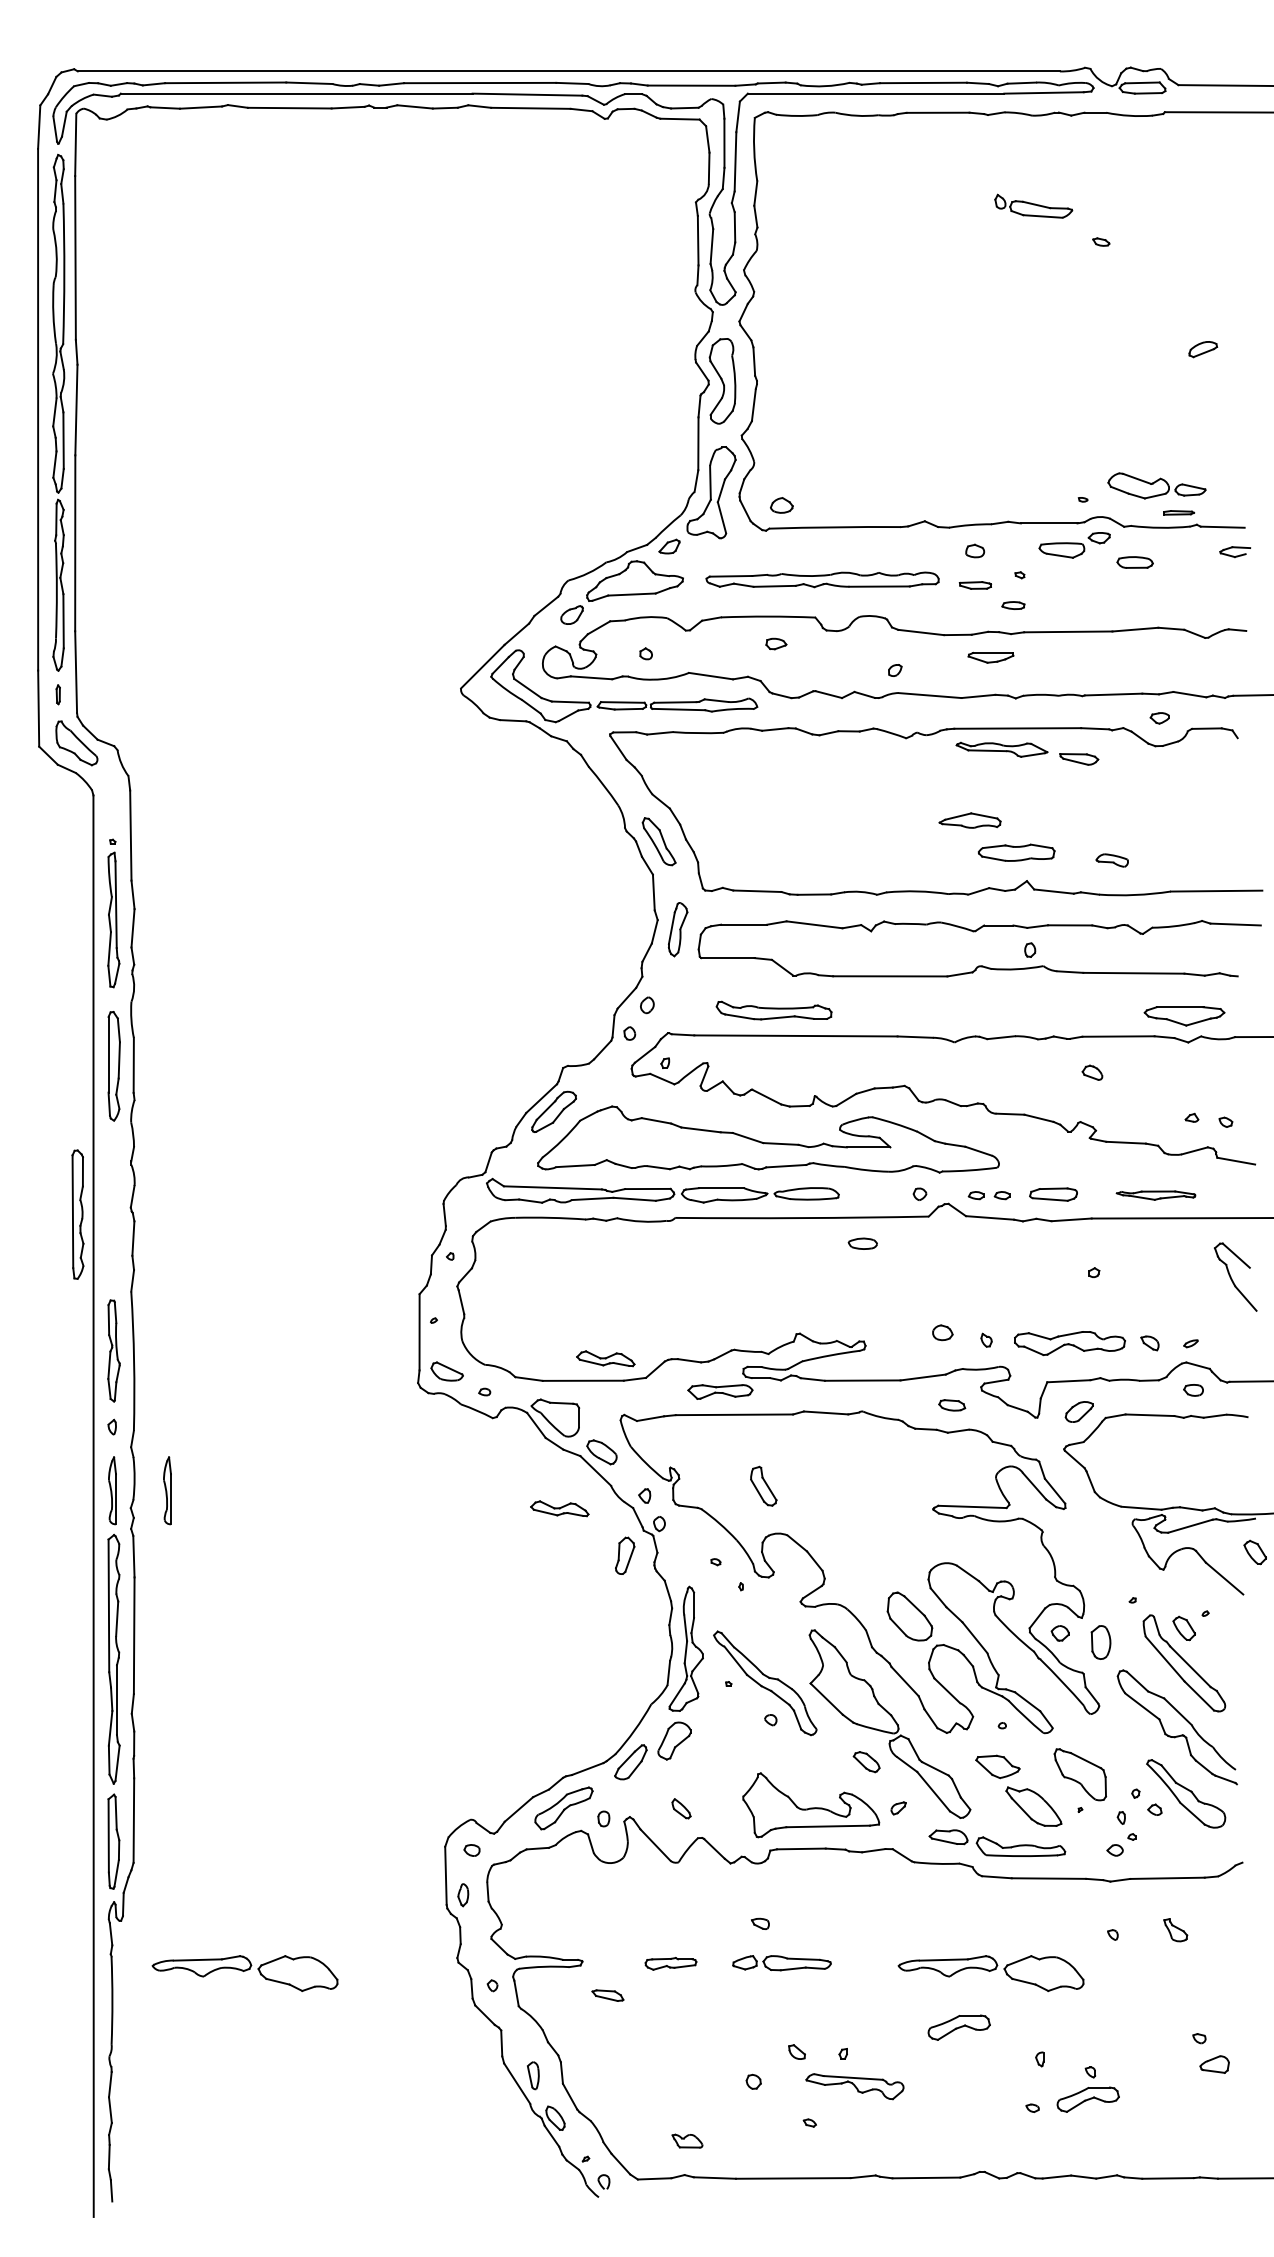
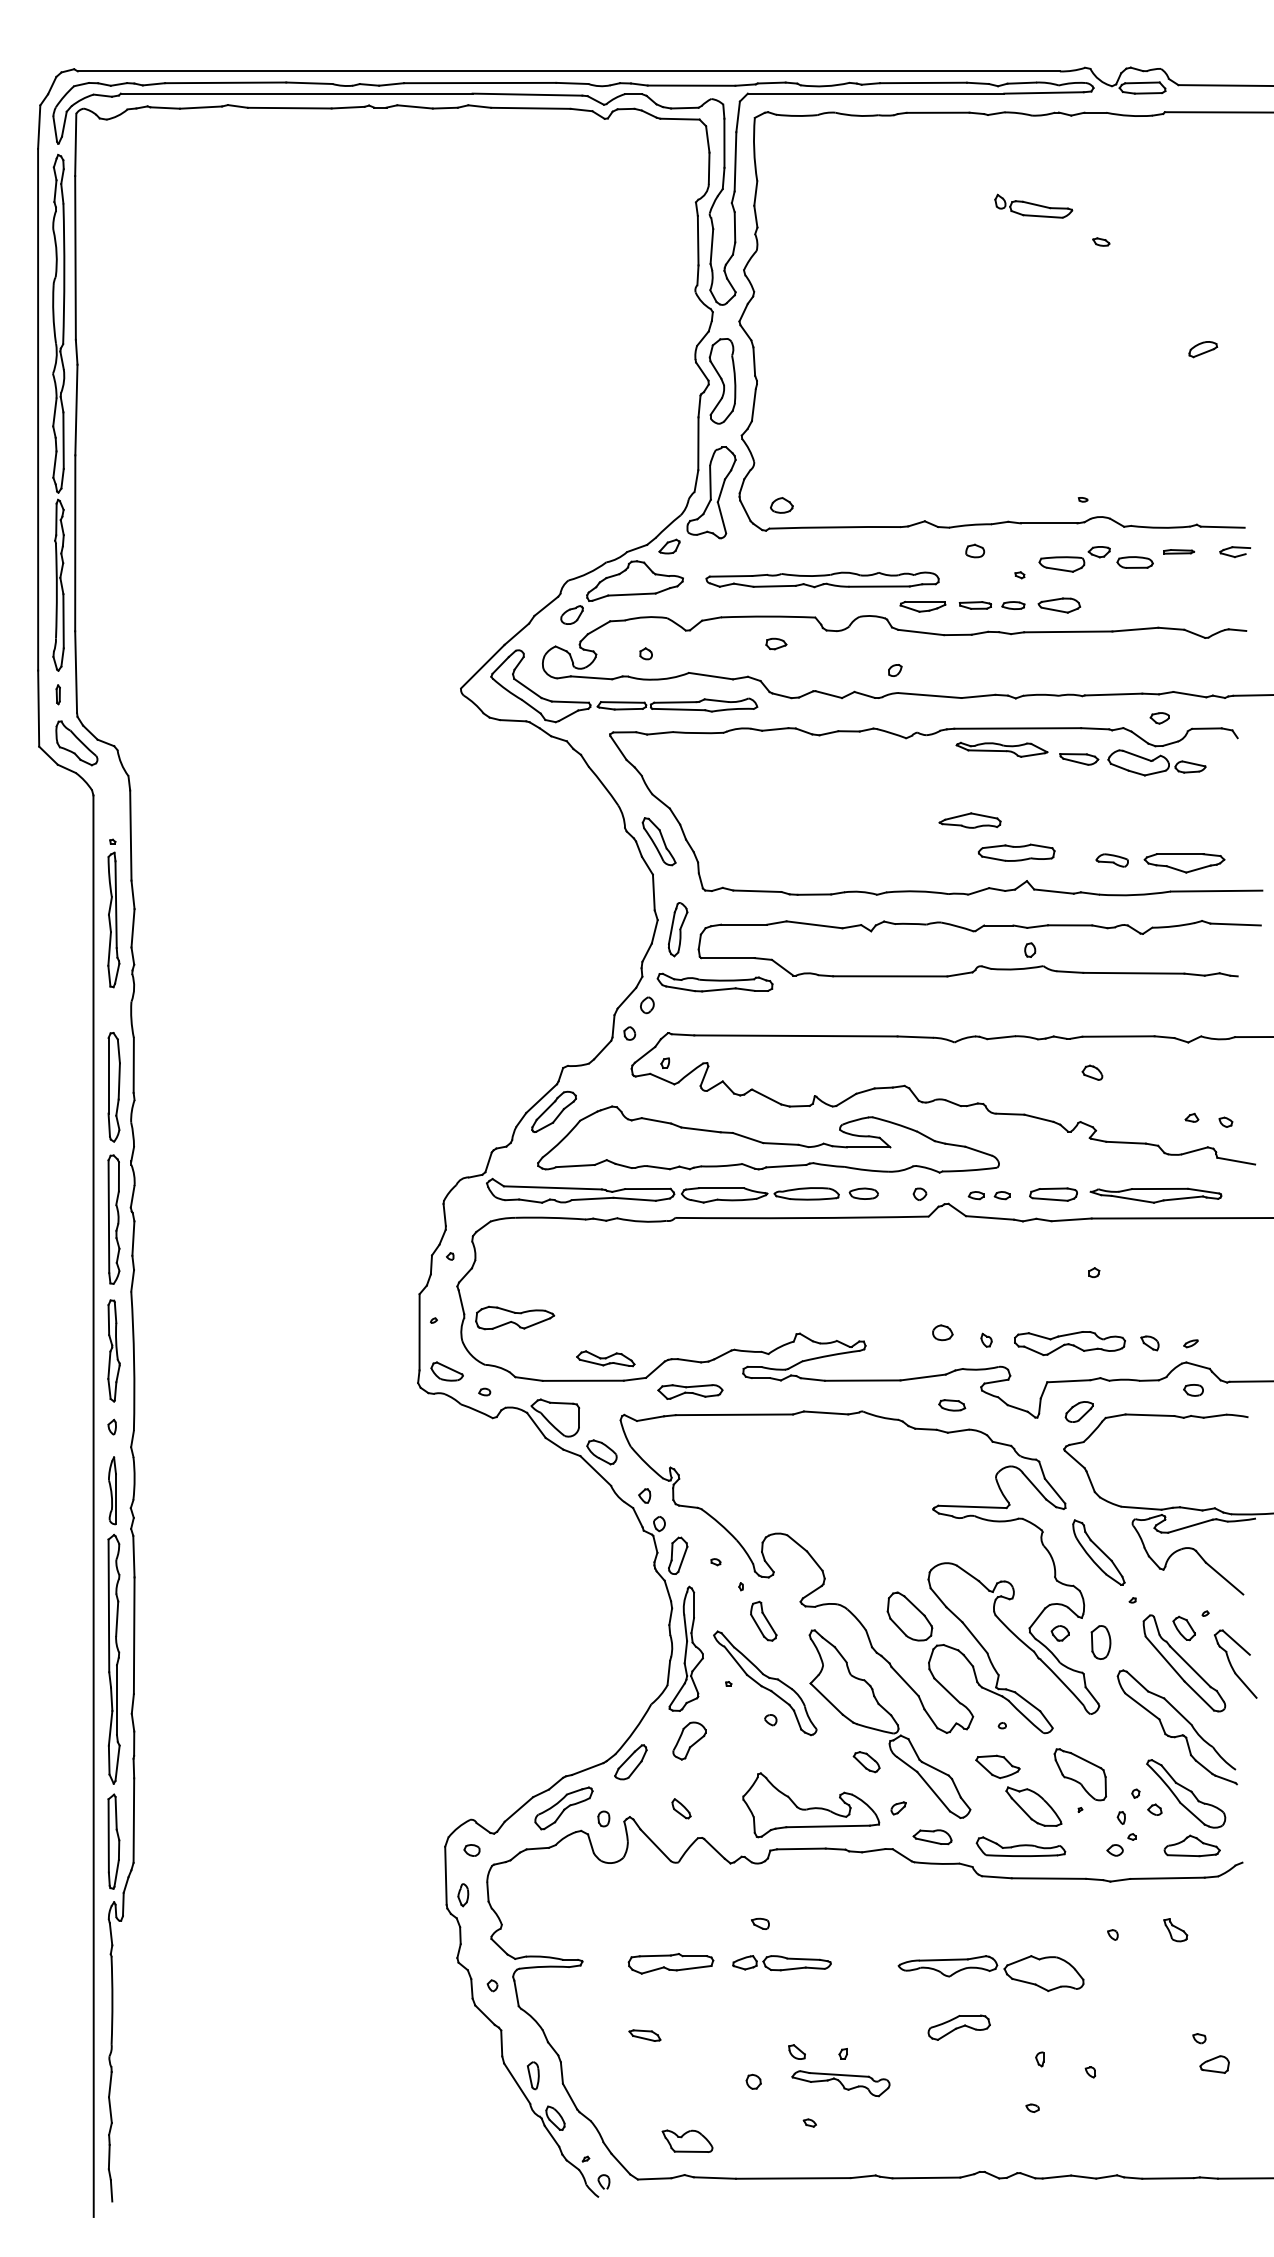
part at (1156, 485) position: (1156, 485) -> (1156, 762)
part at (1179, 512) position: (1179, 512) -> (1179, 551)
part at (1074, 545) position: (1074, 545) -> (1074, 559)
part at (974, 585) position: (974, 585) -> (974, 605)
part at (1059, 605): none -> present
part at (990, 657) position: (990, 657) -> (922, 606)
part at (773, 1010) position: (773, 1010) -> (714, 982)
part at (1184, 1016) position: (1184, 1016) -> (1184, 863)
part at (113, 1066) position: (113, 1066) -> (113, 1087)
part at (1155, 1195) size: 82x11 px -> 134x17 px
part at (77, 1214) position: (77, 1214) -> (113, 1219)
part at (862, 1243) position: (862, 1243) -> (863, 1193)
part at (1235, 1276) position: (1235, 1276) -> (1235, 1663)
part at (515, 1317): none -> present
part at (720, 1391) position: (720, 1391) -> (690, 1391)
part at (763, 1485) position: (763, 1485) -> (763, 1620)
part at (167, 1490): present -> none
part at (559, 1508): present -> none
part at (1098, 1552): none -> present
part at (1254, 1552): present -> none
part at (625, 1555) position: (625, 1555) -> (678, 1555)
part at (674, 1740) position: (674, 1740) -> (689, 1740)
part at (948, 1837) position: (948, 1837) -> (932, 1837)
part at (1191, 1845): none -> present
part at (670, 1963) size: 54x14 px -> 88x22 px
part at (244, 1973): present -> none
part at (607, 1995) position: (607, 1995) -> (644, 2035)
part at (854, 2086) position: (854, 2086) -> (840, 2083)
part at (1087, 2099): present -> none
part at (687, 2140) size: 33x16 px -> 53x24 px
